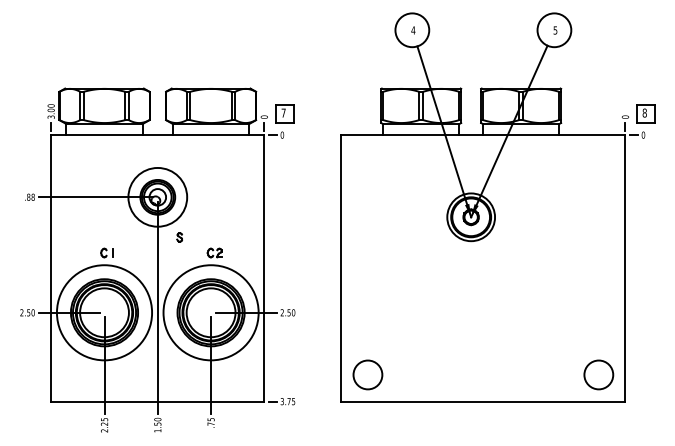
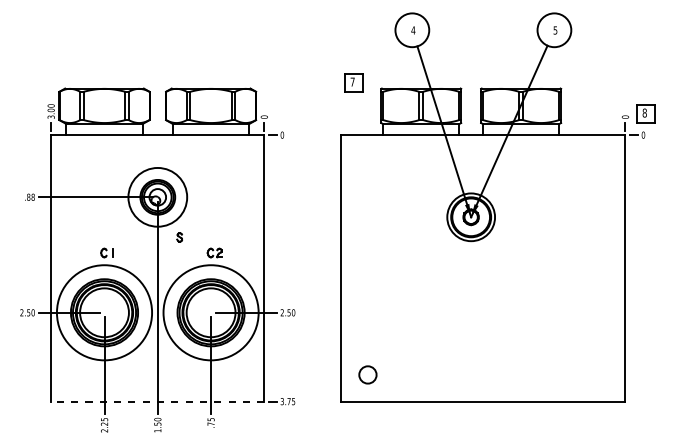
part at (284, 113) position: (284, 113) -> (353, 82)
circle at (367, 374) diameter: 29 px -> 17 px
circle at (598, 374): present -> none
line at (157, 401): solid -> dashed
